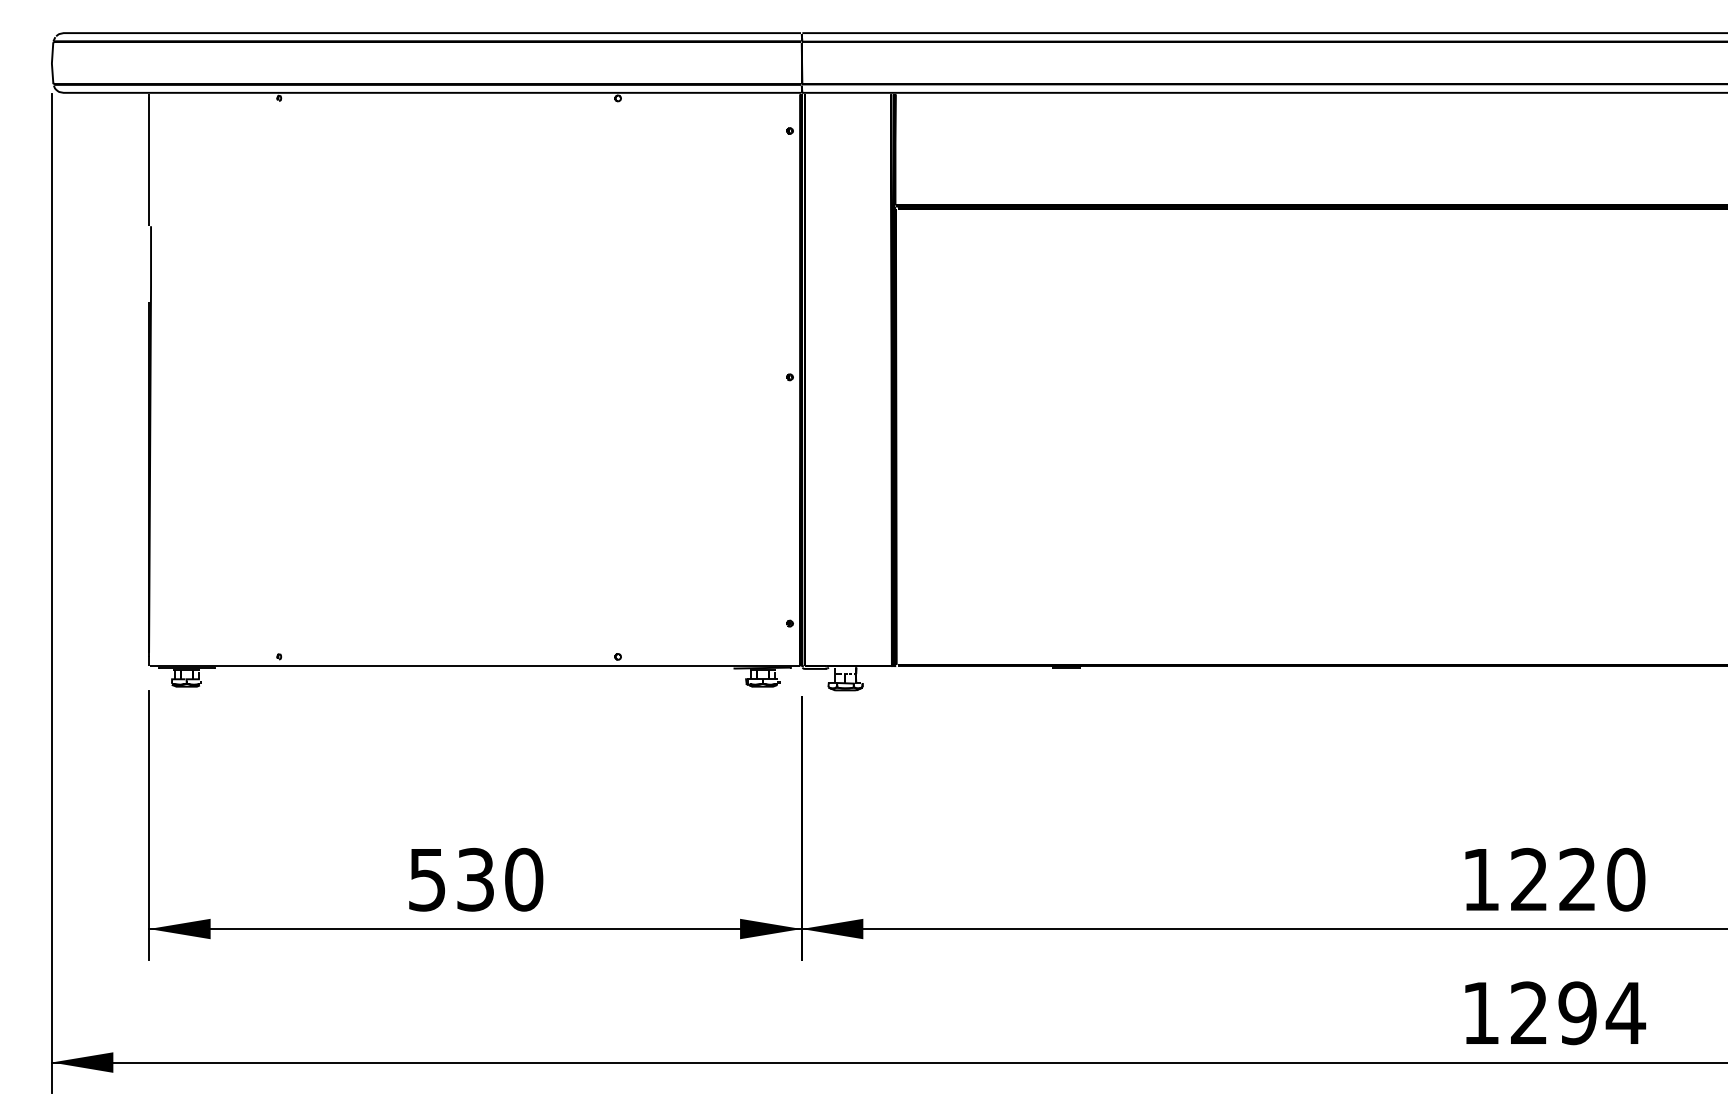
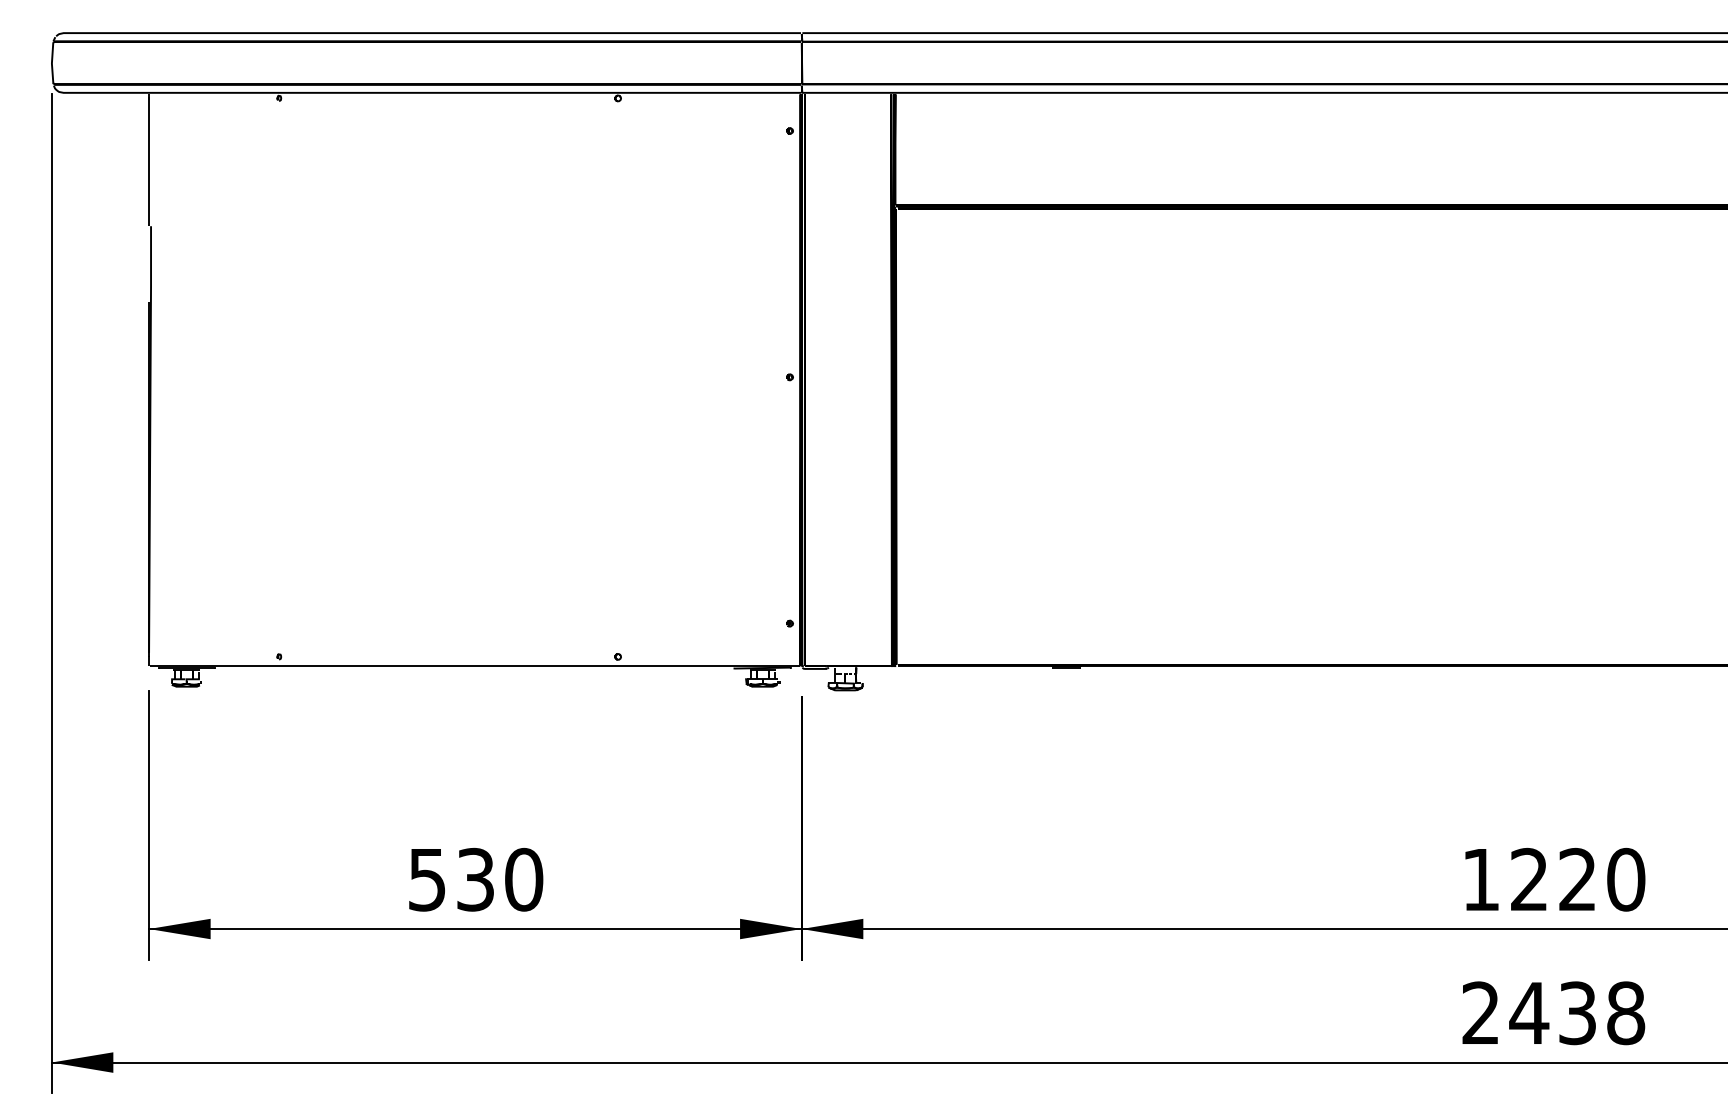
text at (1554, 1013): 1294 -> 2438
